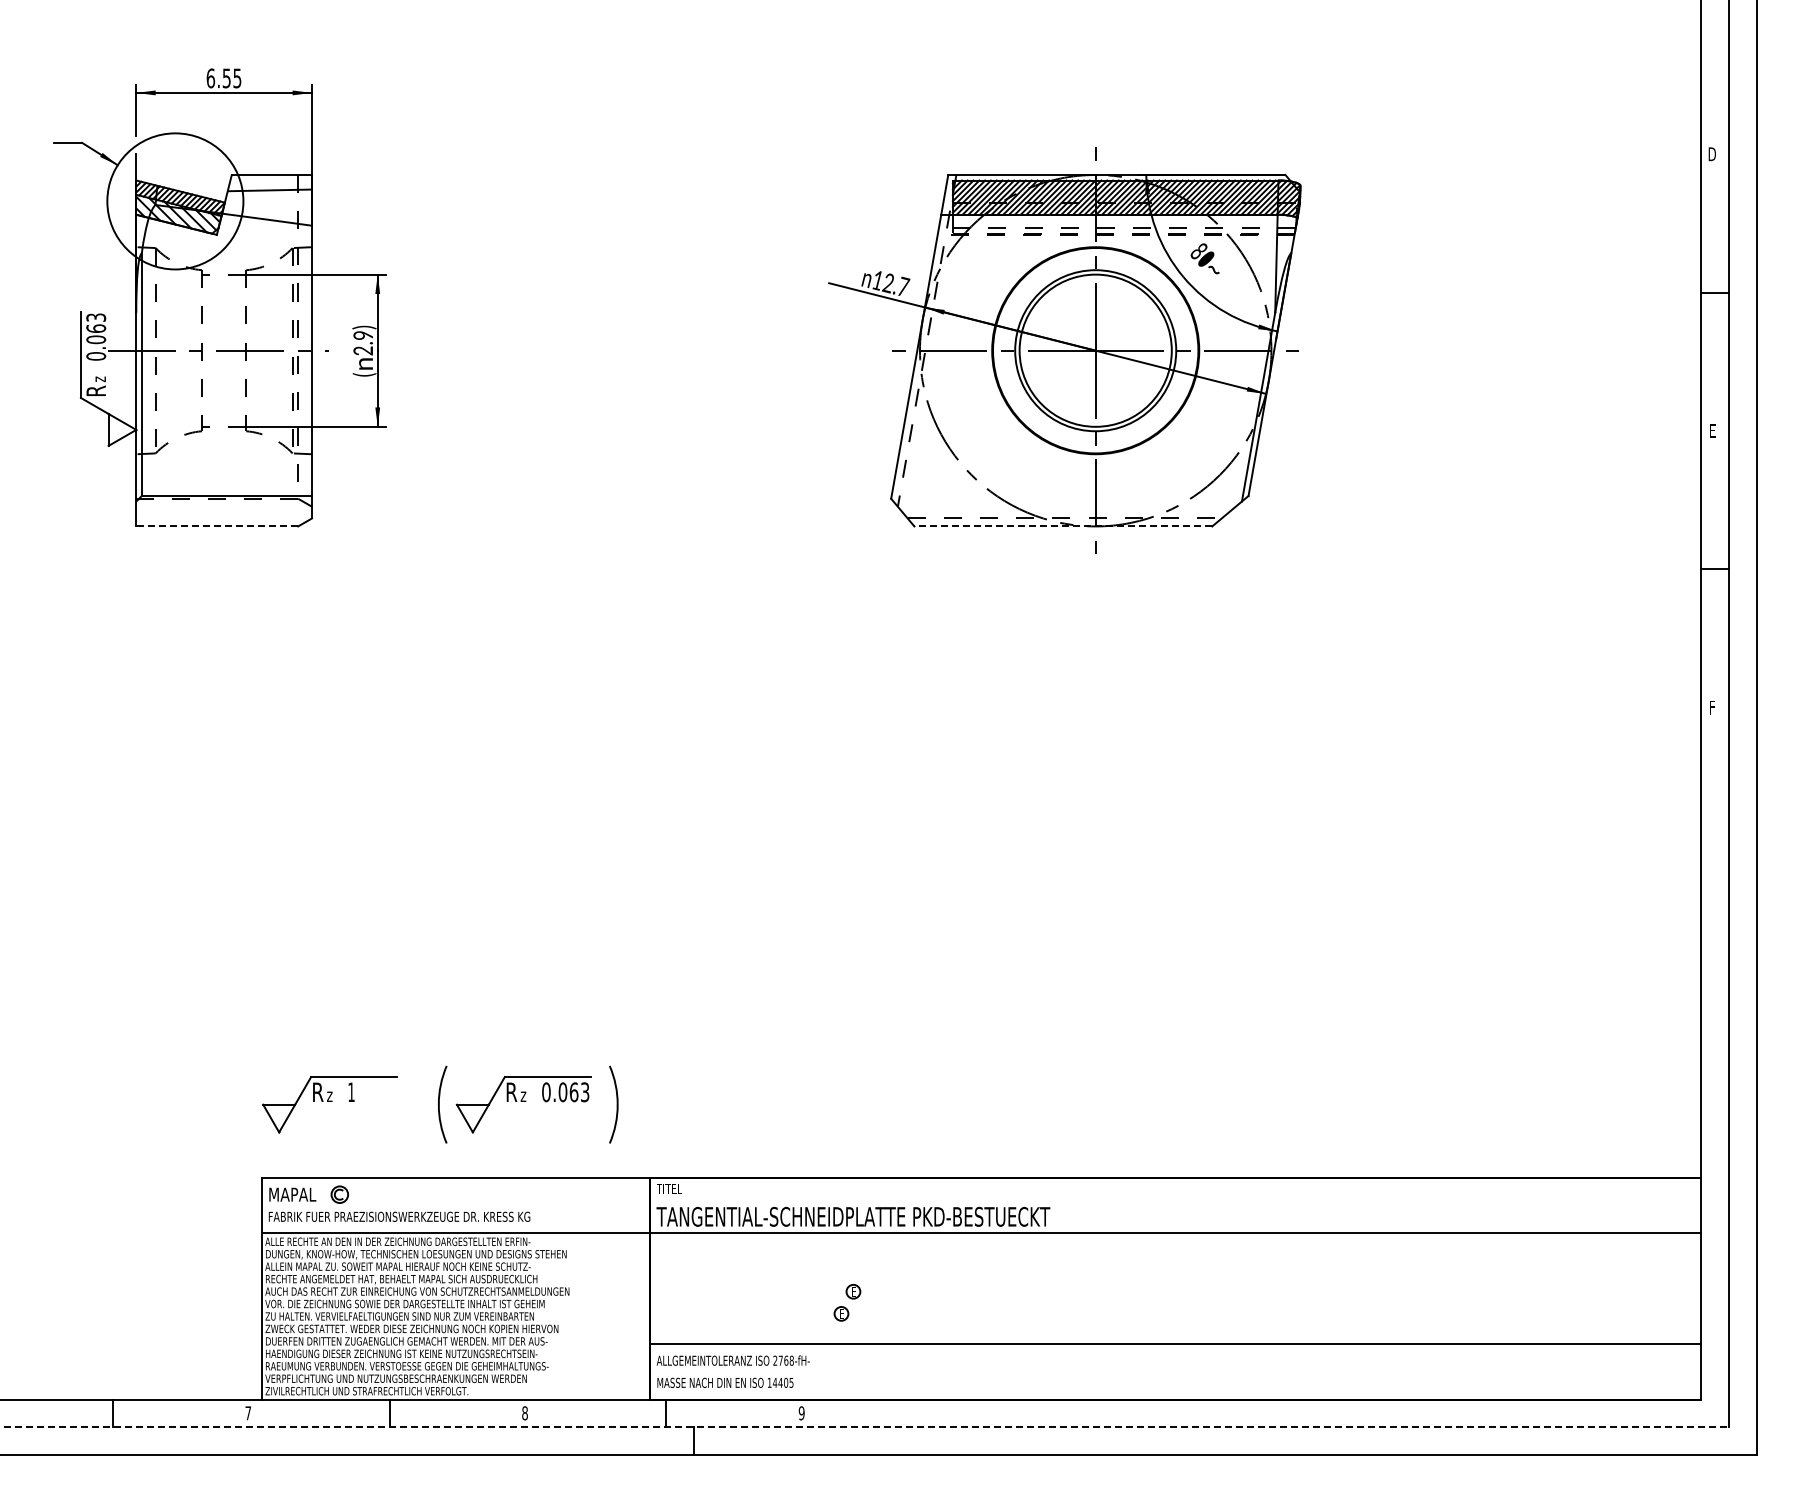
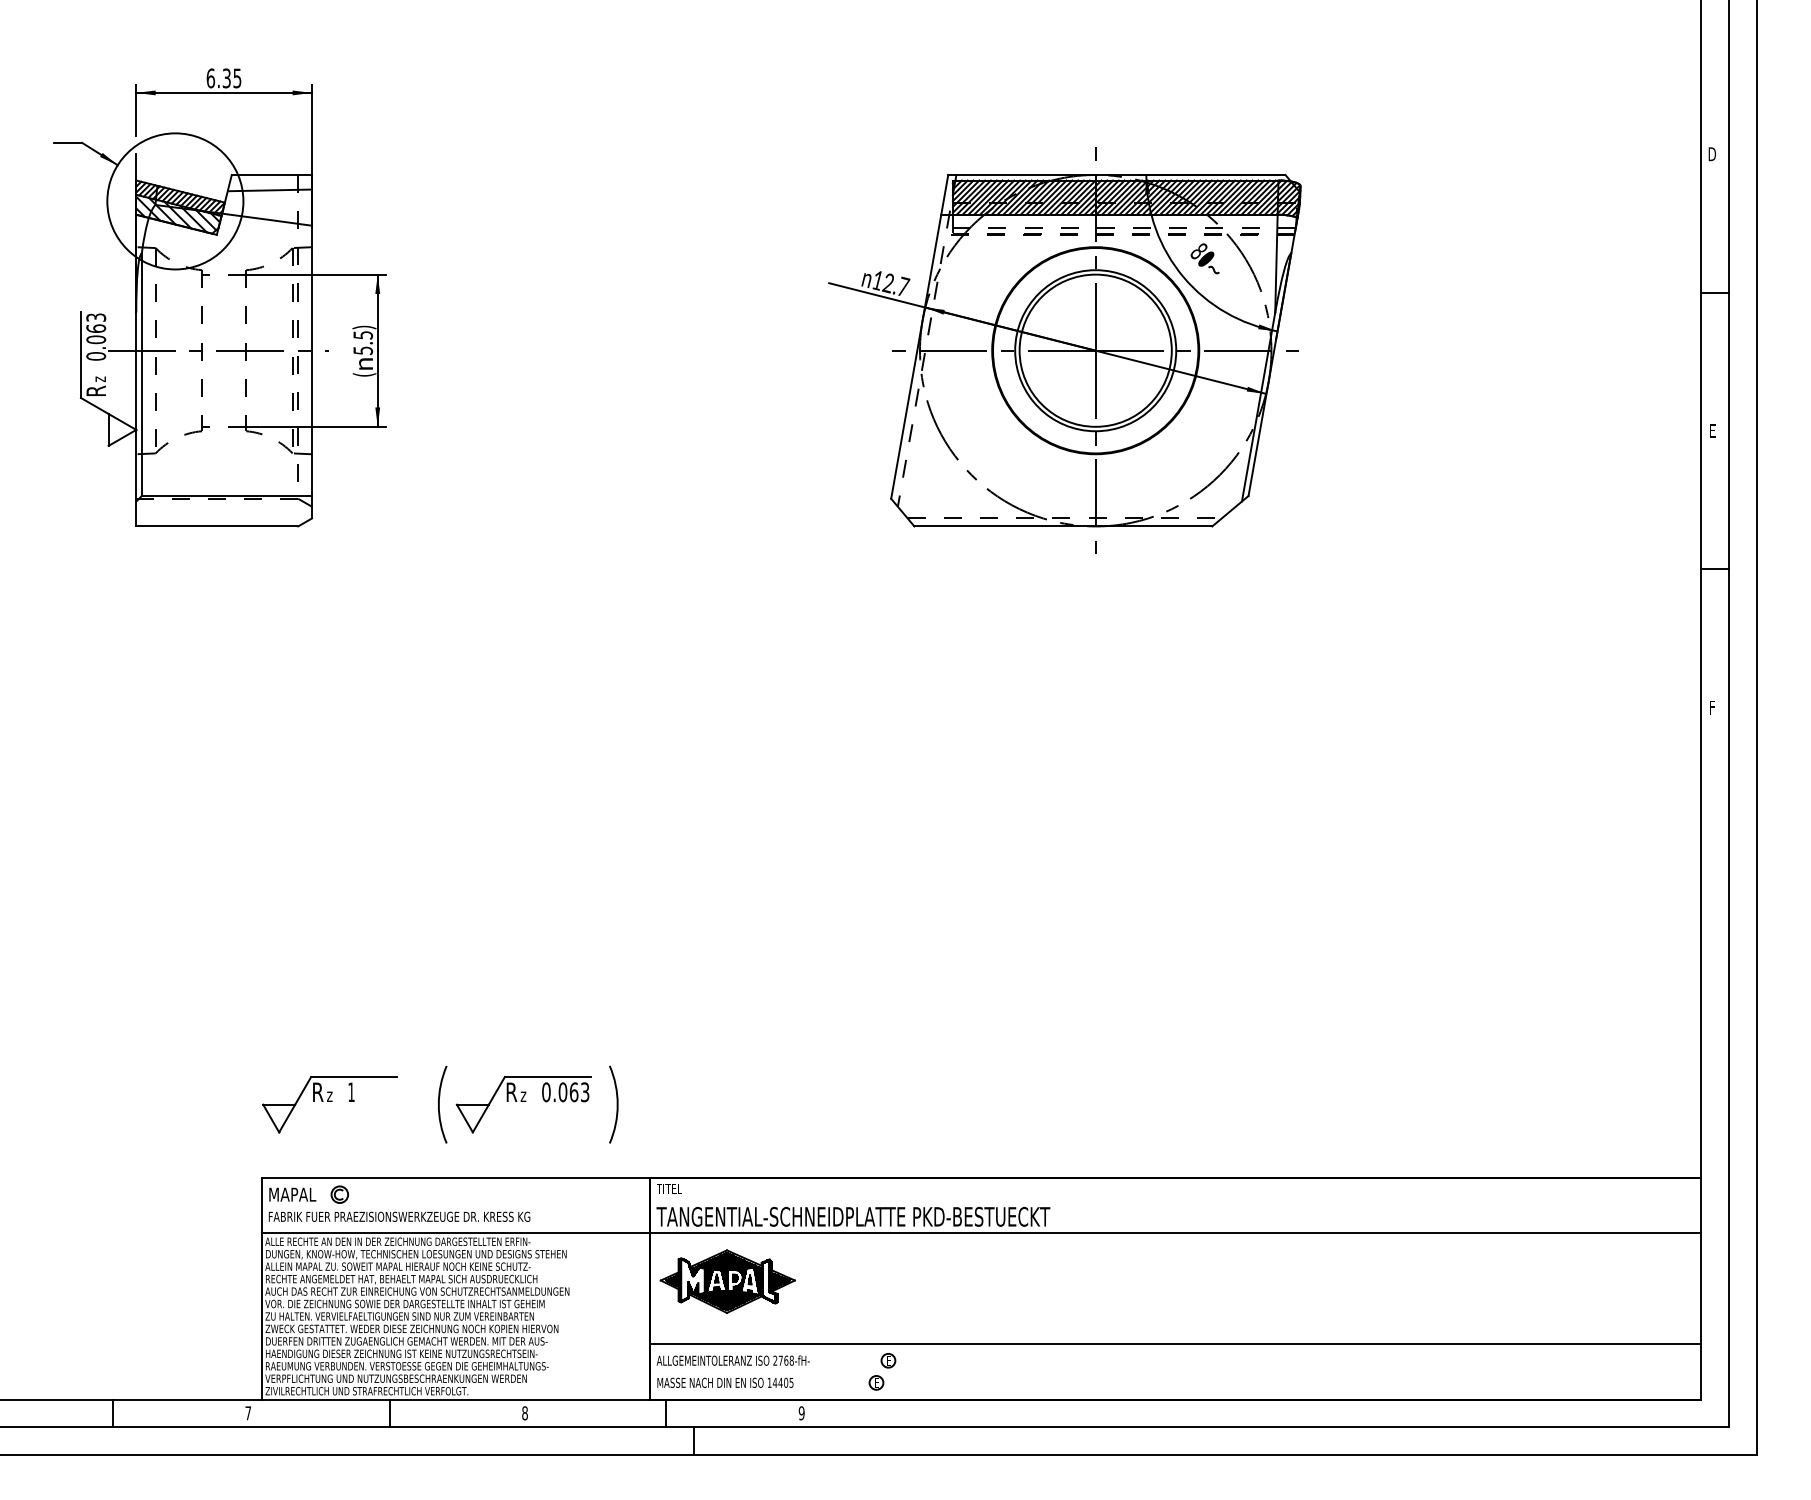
text at (226, 77): 6.55 -> 6.35
text at (363, 343): 2.9) -> 5.5)
line at (217, 526): dashed -> solid
line at (1063, 526): dashed -> solid
part at (727, 1281): none -> present
part at (847, 1302) position: (847, 1302) -> (882, 1371)
line at (865, 1427): dashed -> solid
